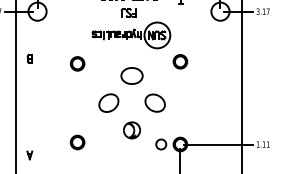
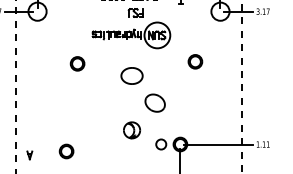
part at (128, 12) position: (128, 12) -> (135, 12)
part at (29, 58): present -> none
part at (180, 61) position: (180, 61) -> (195, 61)
line at (16, 86): solid -> dashed
line at (241, 87): solid -> dashed
part at (108, 102): present -> none
part at (77, 142) position: (77, 142) -> (66, 151)
